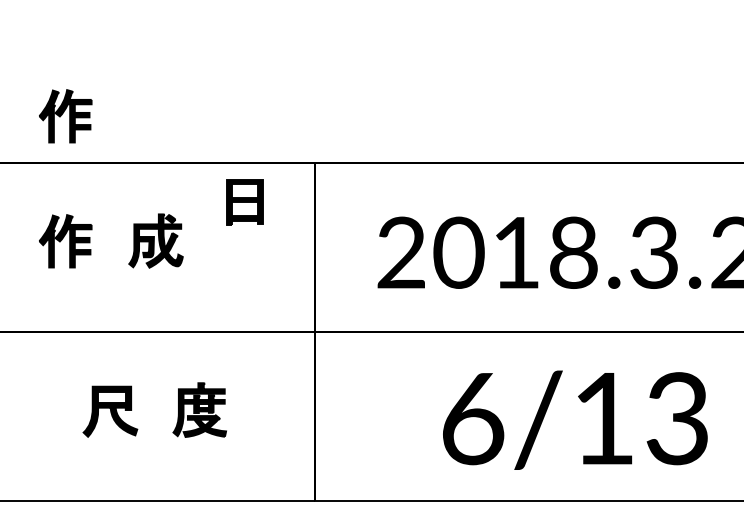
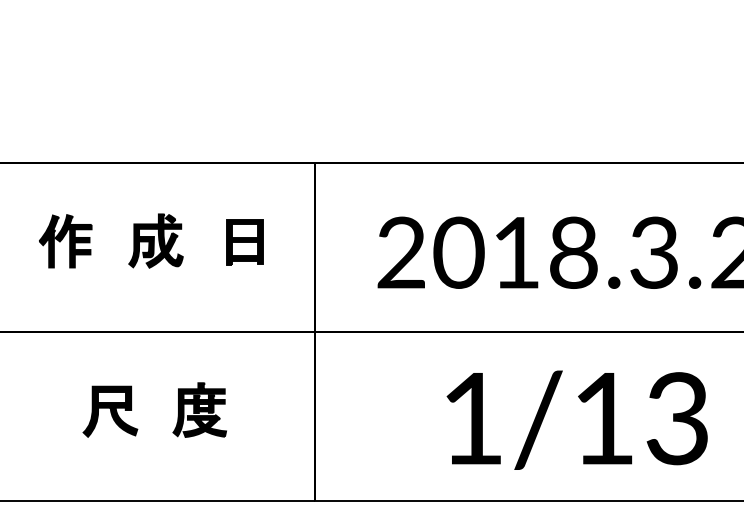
part at (65, 116): present -> none
part at (244, 202) position: (244, 202) -> (244, 242)
text at (473, 419): 6/13 -> 1/13
